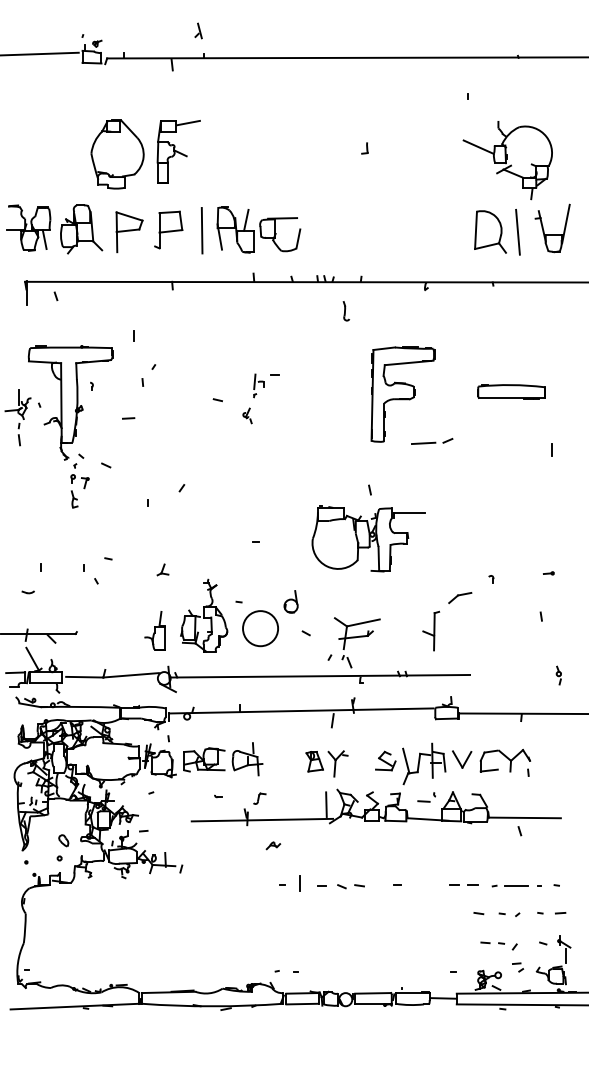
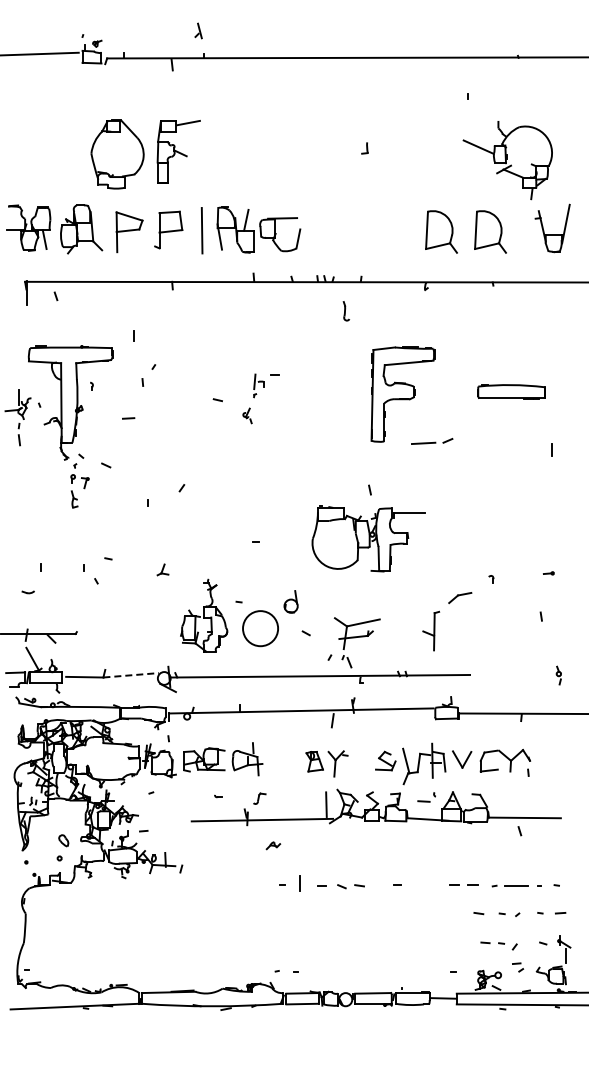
part at (441, 231): none -> present
line at (517, 231): present -> none
part at (154, 630): present -> none
line at (131, 675): solid -> dashed
